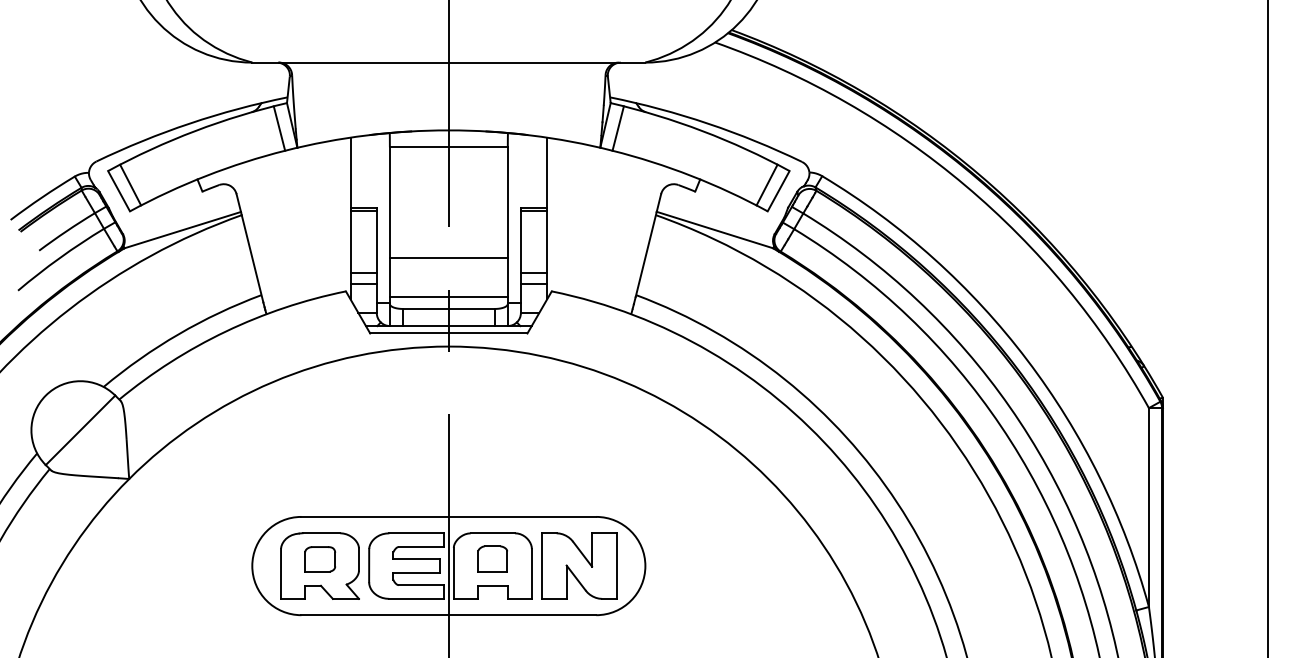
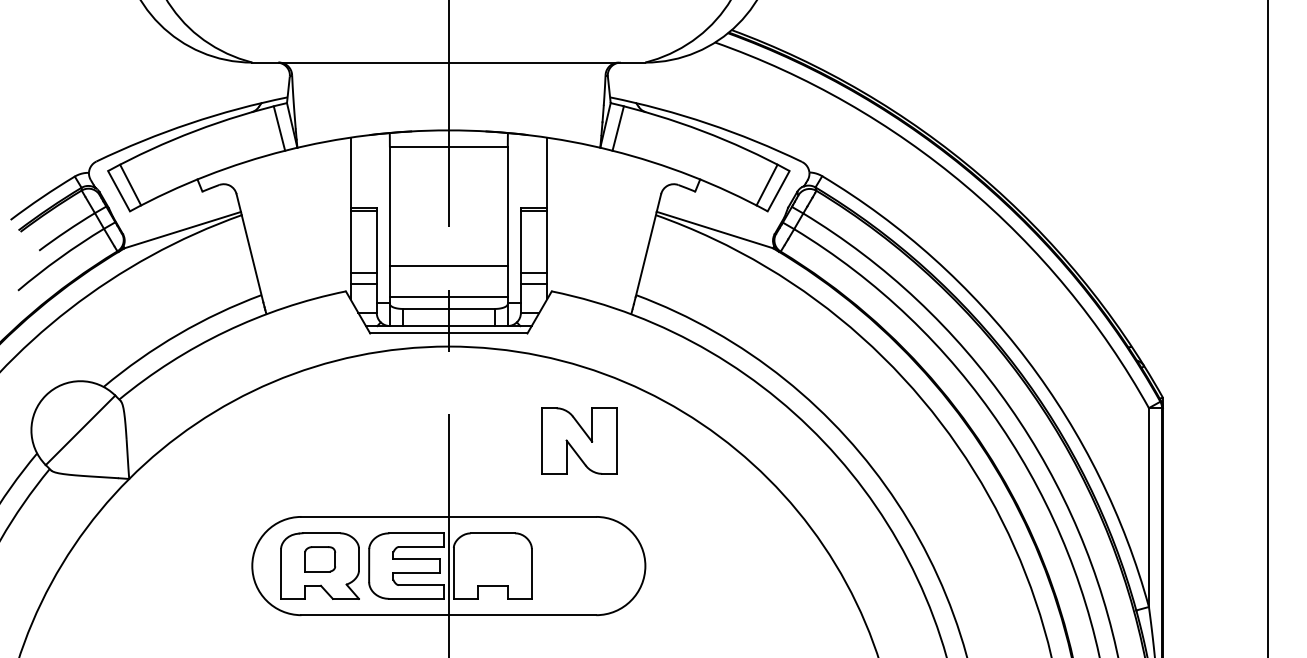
line at (448, 257) position: (448, 257) -> (448, 265)
part at (492, 558): present -> none
part at (579, 565) position: (579, 565) -> (579, 440)
